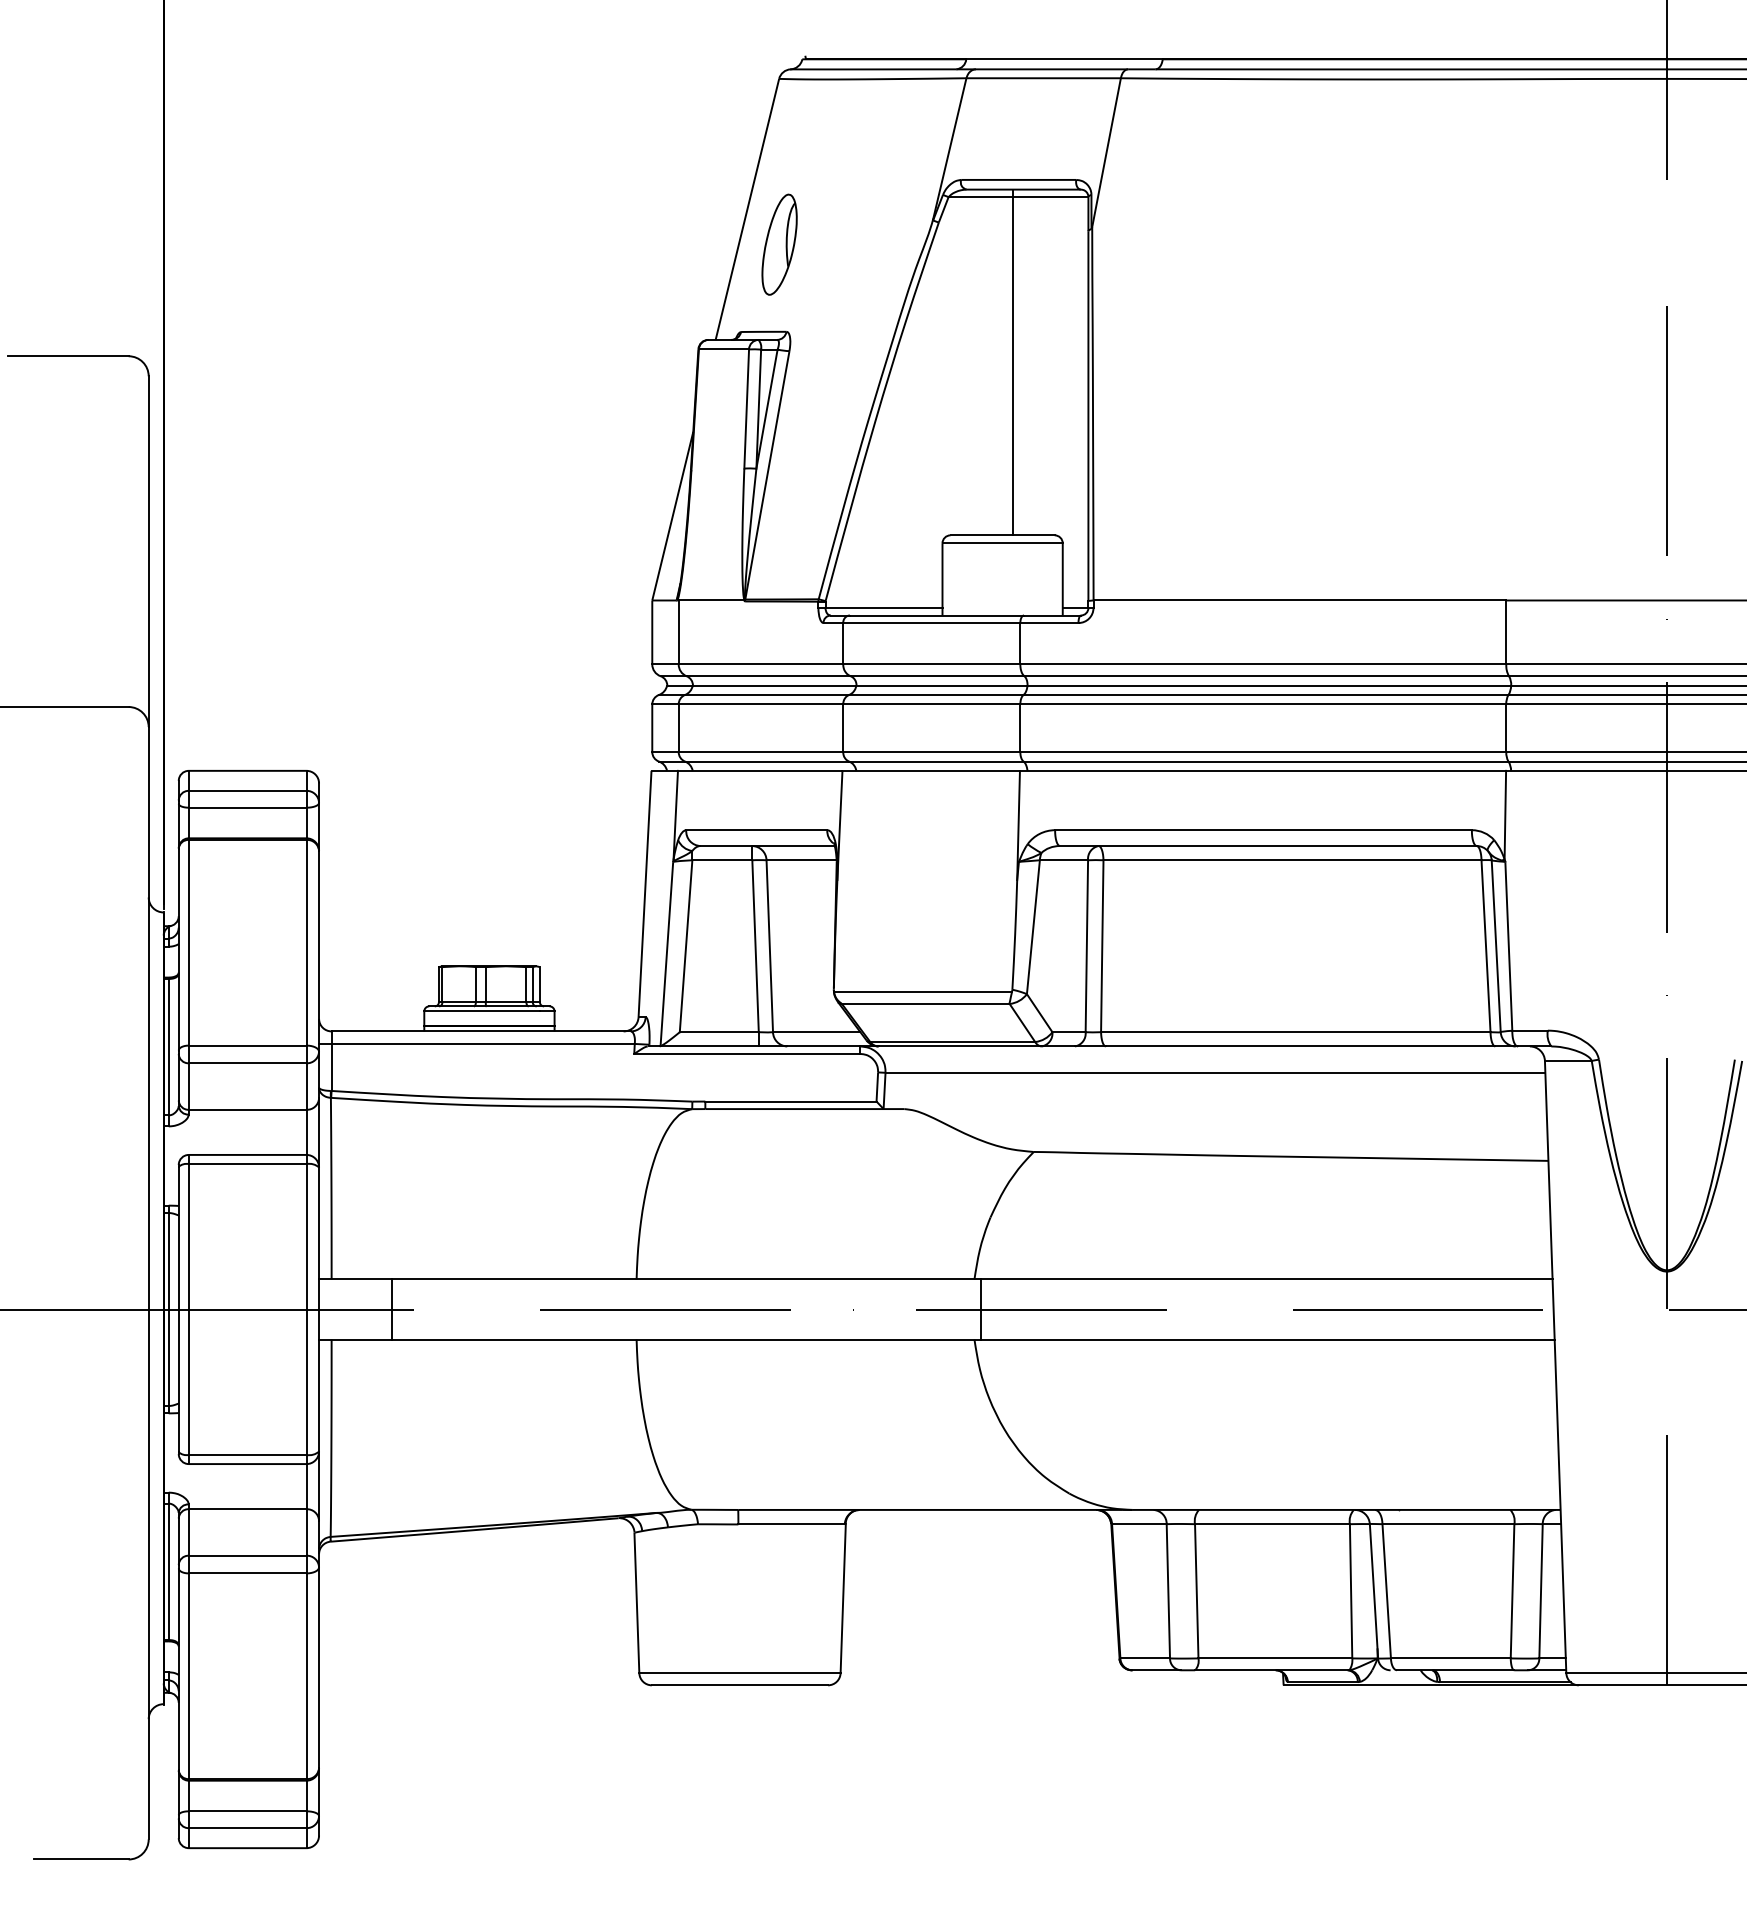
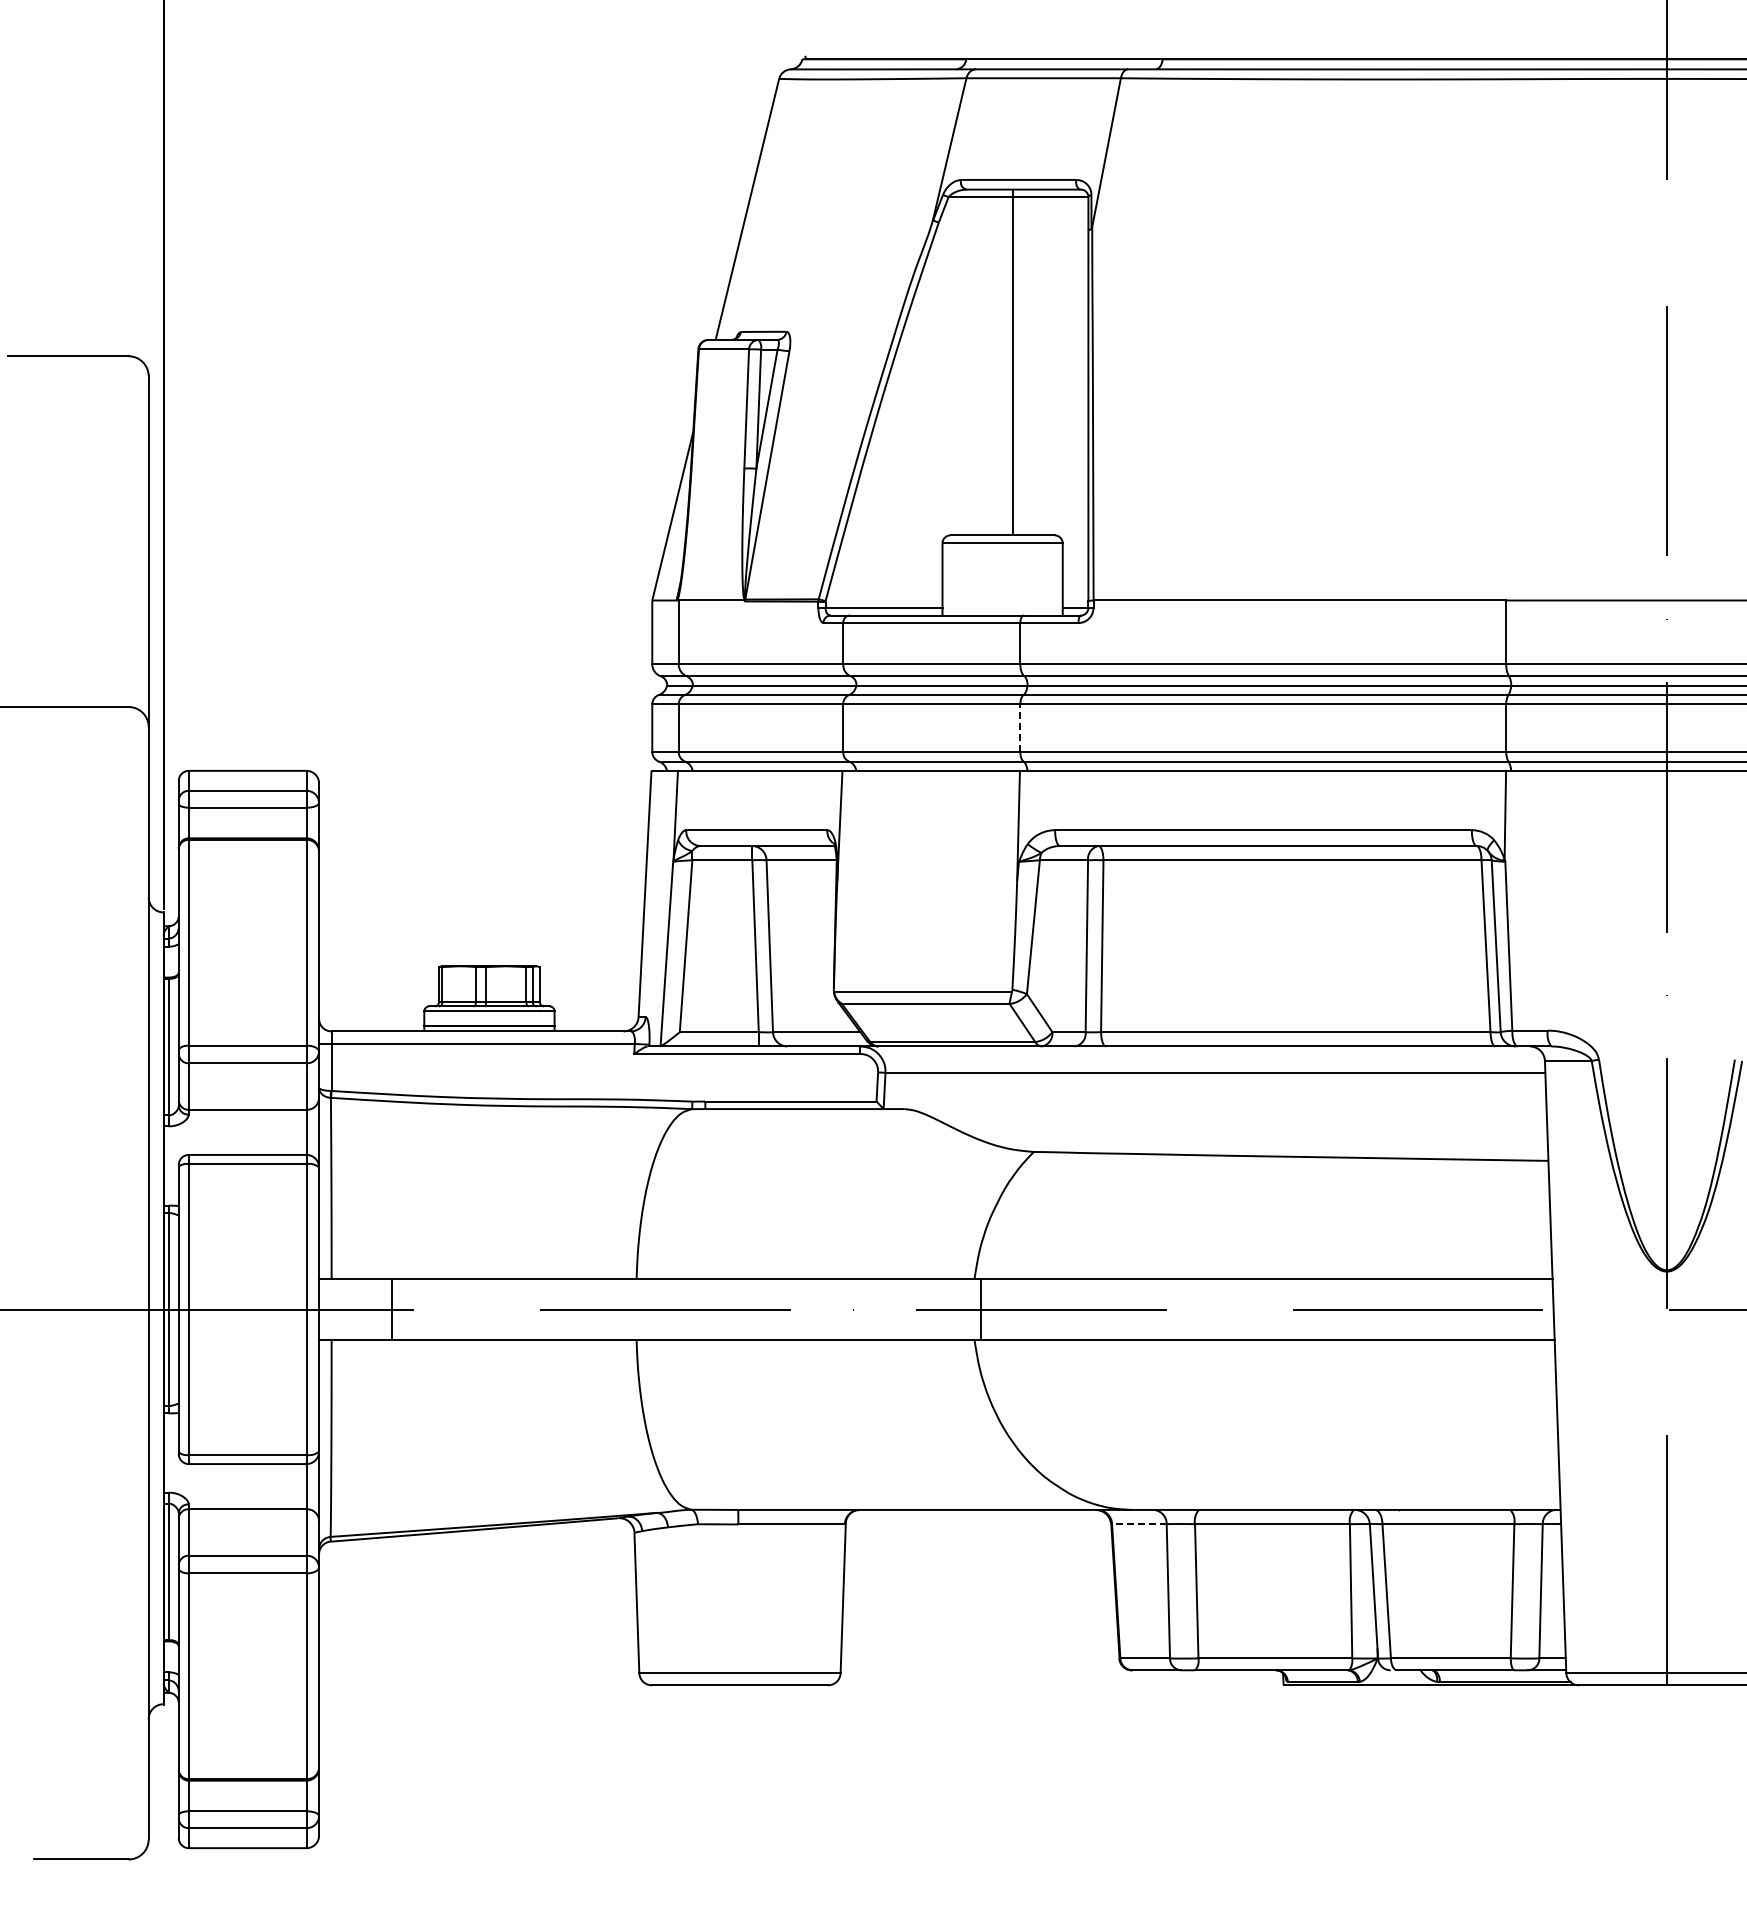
part at (779, 244): present -> none
line at (1020, 728): solid -> dashed
line at (1138, 1524): solid -> dashed
